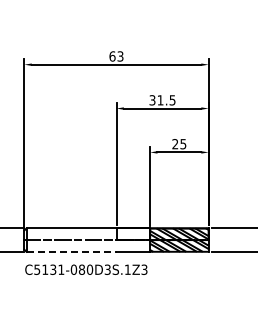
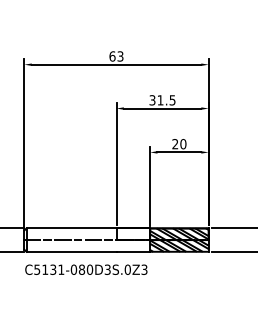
text at (183, 144): 25 -> 20
line at (72, 251): dashed -> solid
text at (127, 269): C5131-080D3S.1Z3 -> C5131-080D3S.0Z3
